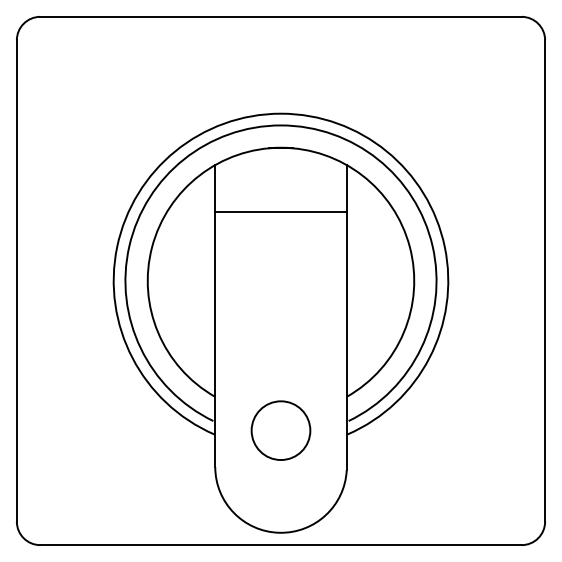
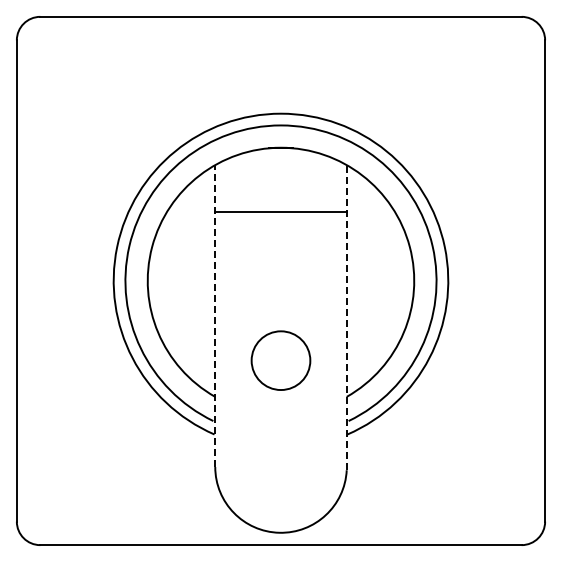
line at (215, 316): solid -> dashed
line at (346, 317): solid -> dashed
circle at (280, 430) position: (280, 430) -> (280, 360)
